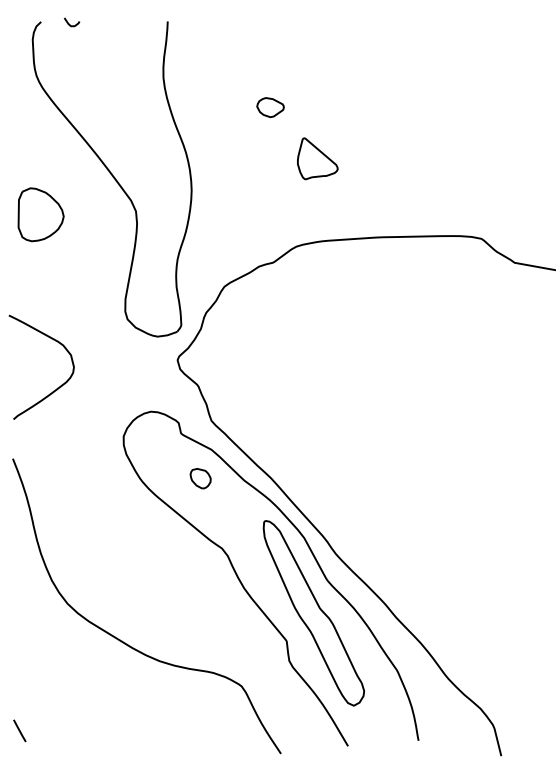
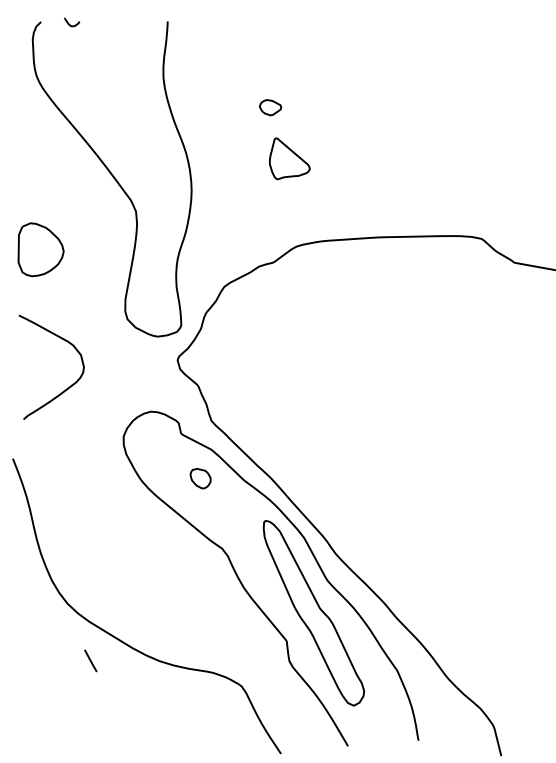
part at (270, 107) size: 29x22 px -> 24x18 px
part at (317, 158) position: (317, 158) -> (289, 158)
part at (40, 214) position: (40, 214) -> (40, 249)
curve at (57, 387) position: (57, 387) -> (67, 387)
line at (19, 730) position: (19, 730) -> (90, 660)
